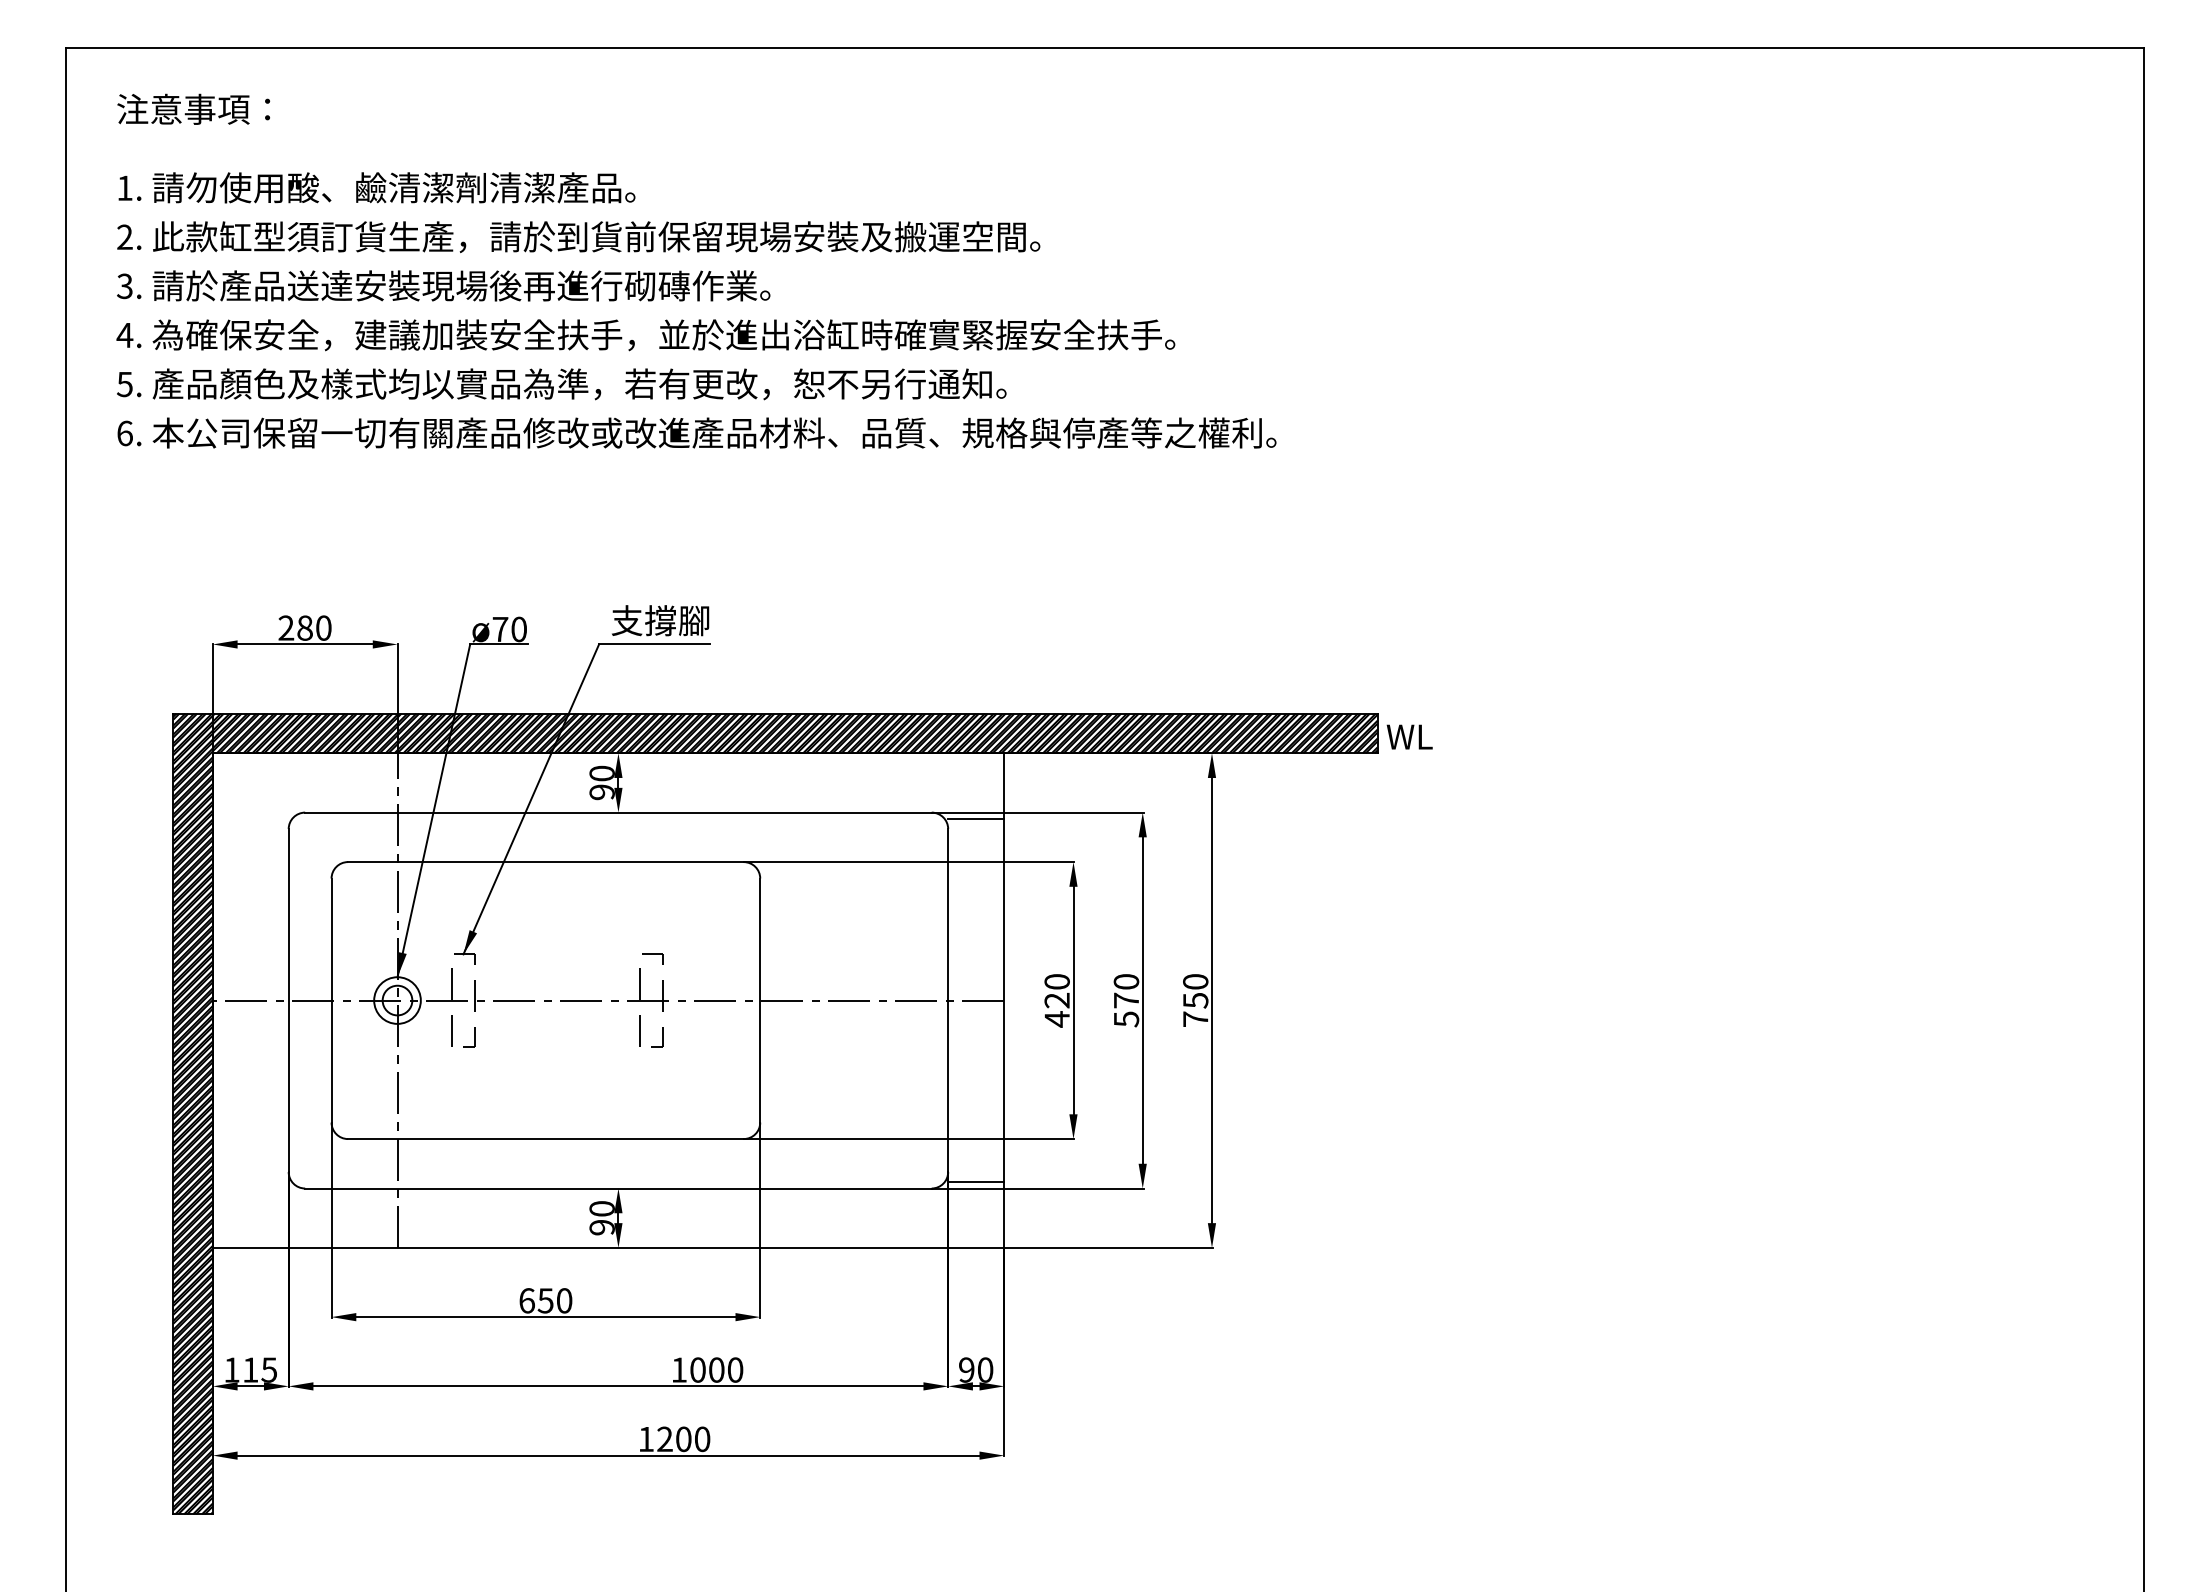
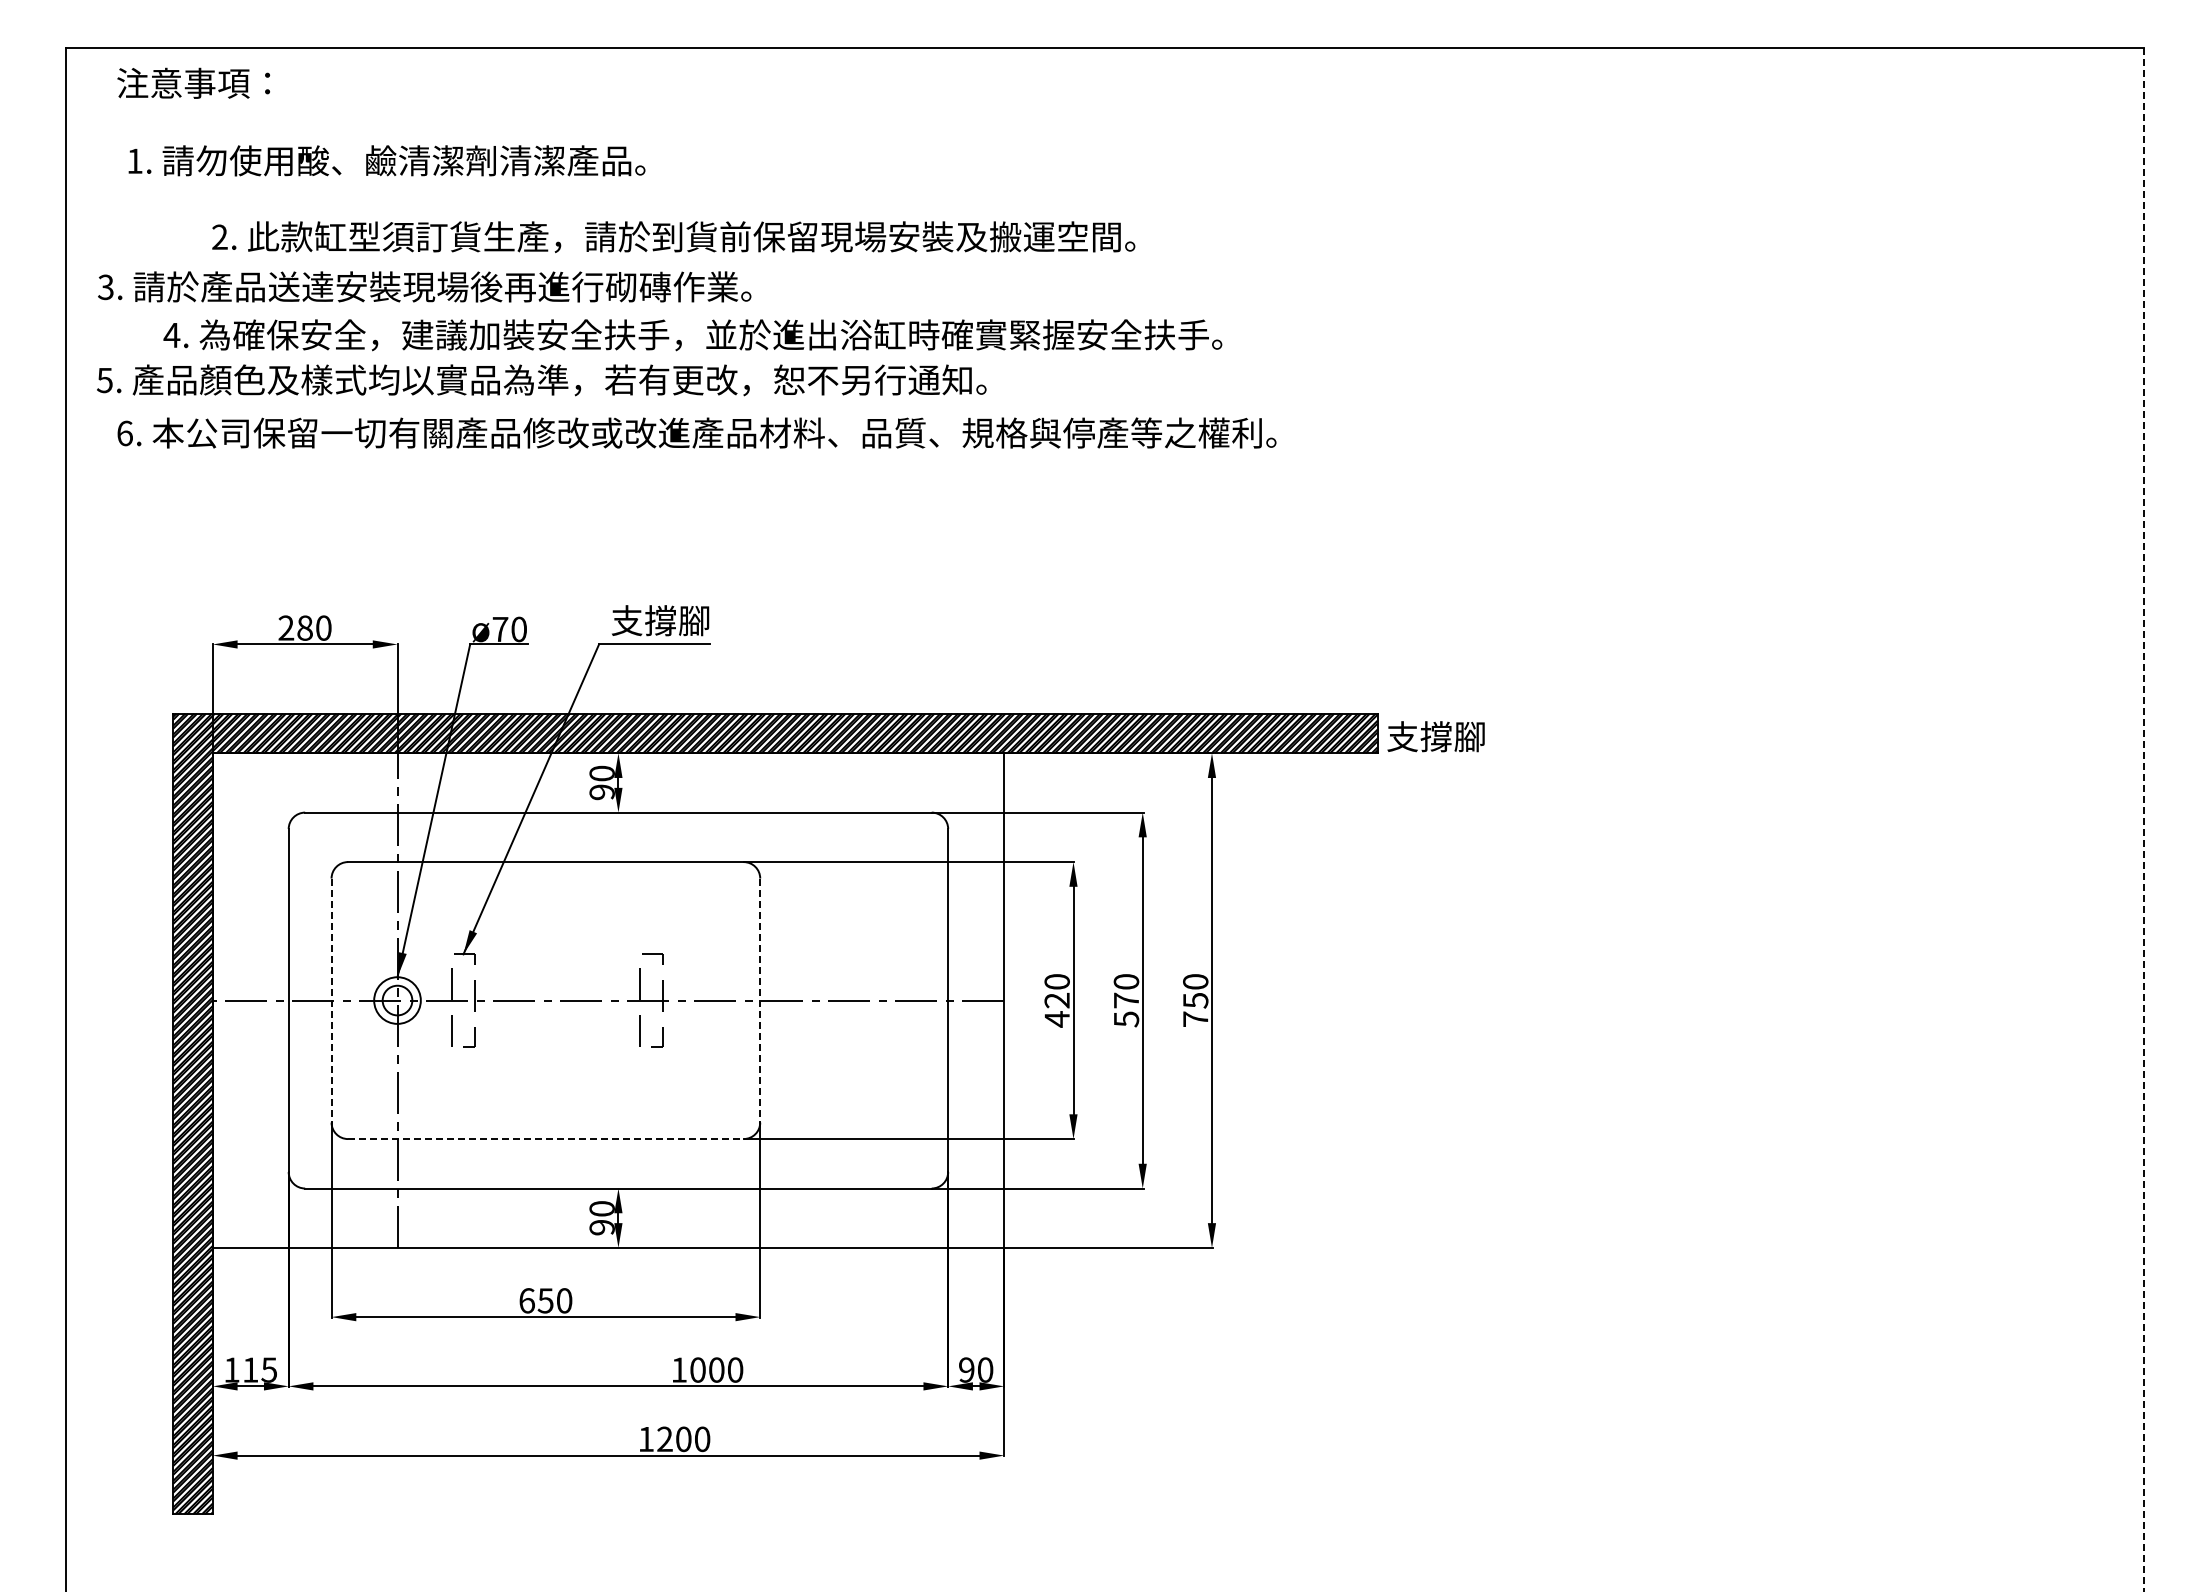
text at (193, 108) position: (193, 108) -> (193, 82)
text at (376, 187) position: (376, 187) -> (386, 160)
text at (578, 236) position: (578, 236) -> (673, 236)
text at (443, 285) position: (443, 285) -> (424, 286)
text at (645, 335) position: (645, 335) -> (692, 335)
text at (561, 384) position: (561, 384) -> (541, 380)
text at (1435, 736): WL -> 支撐腳
line at (976, 819): present -> none
line at (2143, 819): solid -> dashed
line at (331, 1001): solid -> dashed
line at (760, 1001): solid -> dashed
line at (545, 1139): solid -> dashed
line at (976, 1181): present -> none
